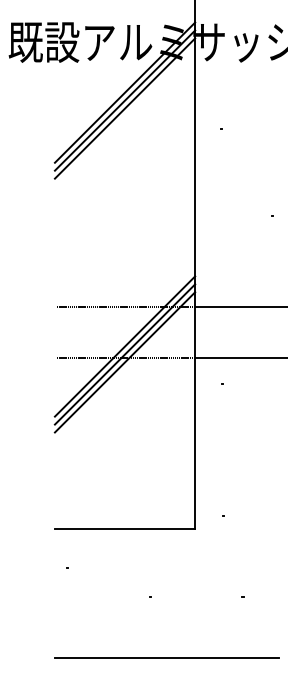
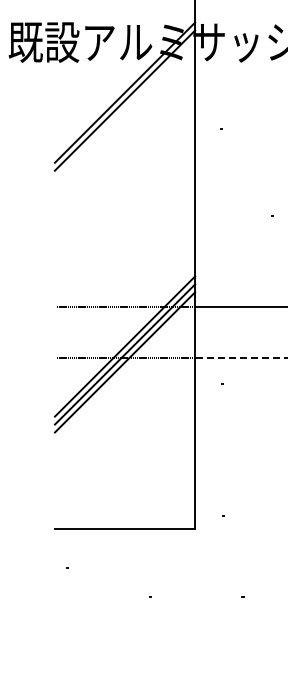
line at (124, 108): present -> none
line at (240, 357): solid -> dashed
line at (166, 657): present -> none
